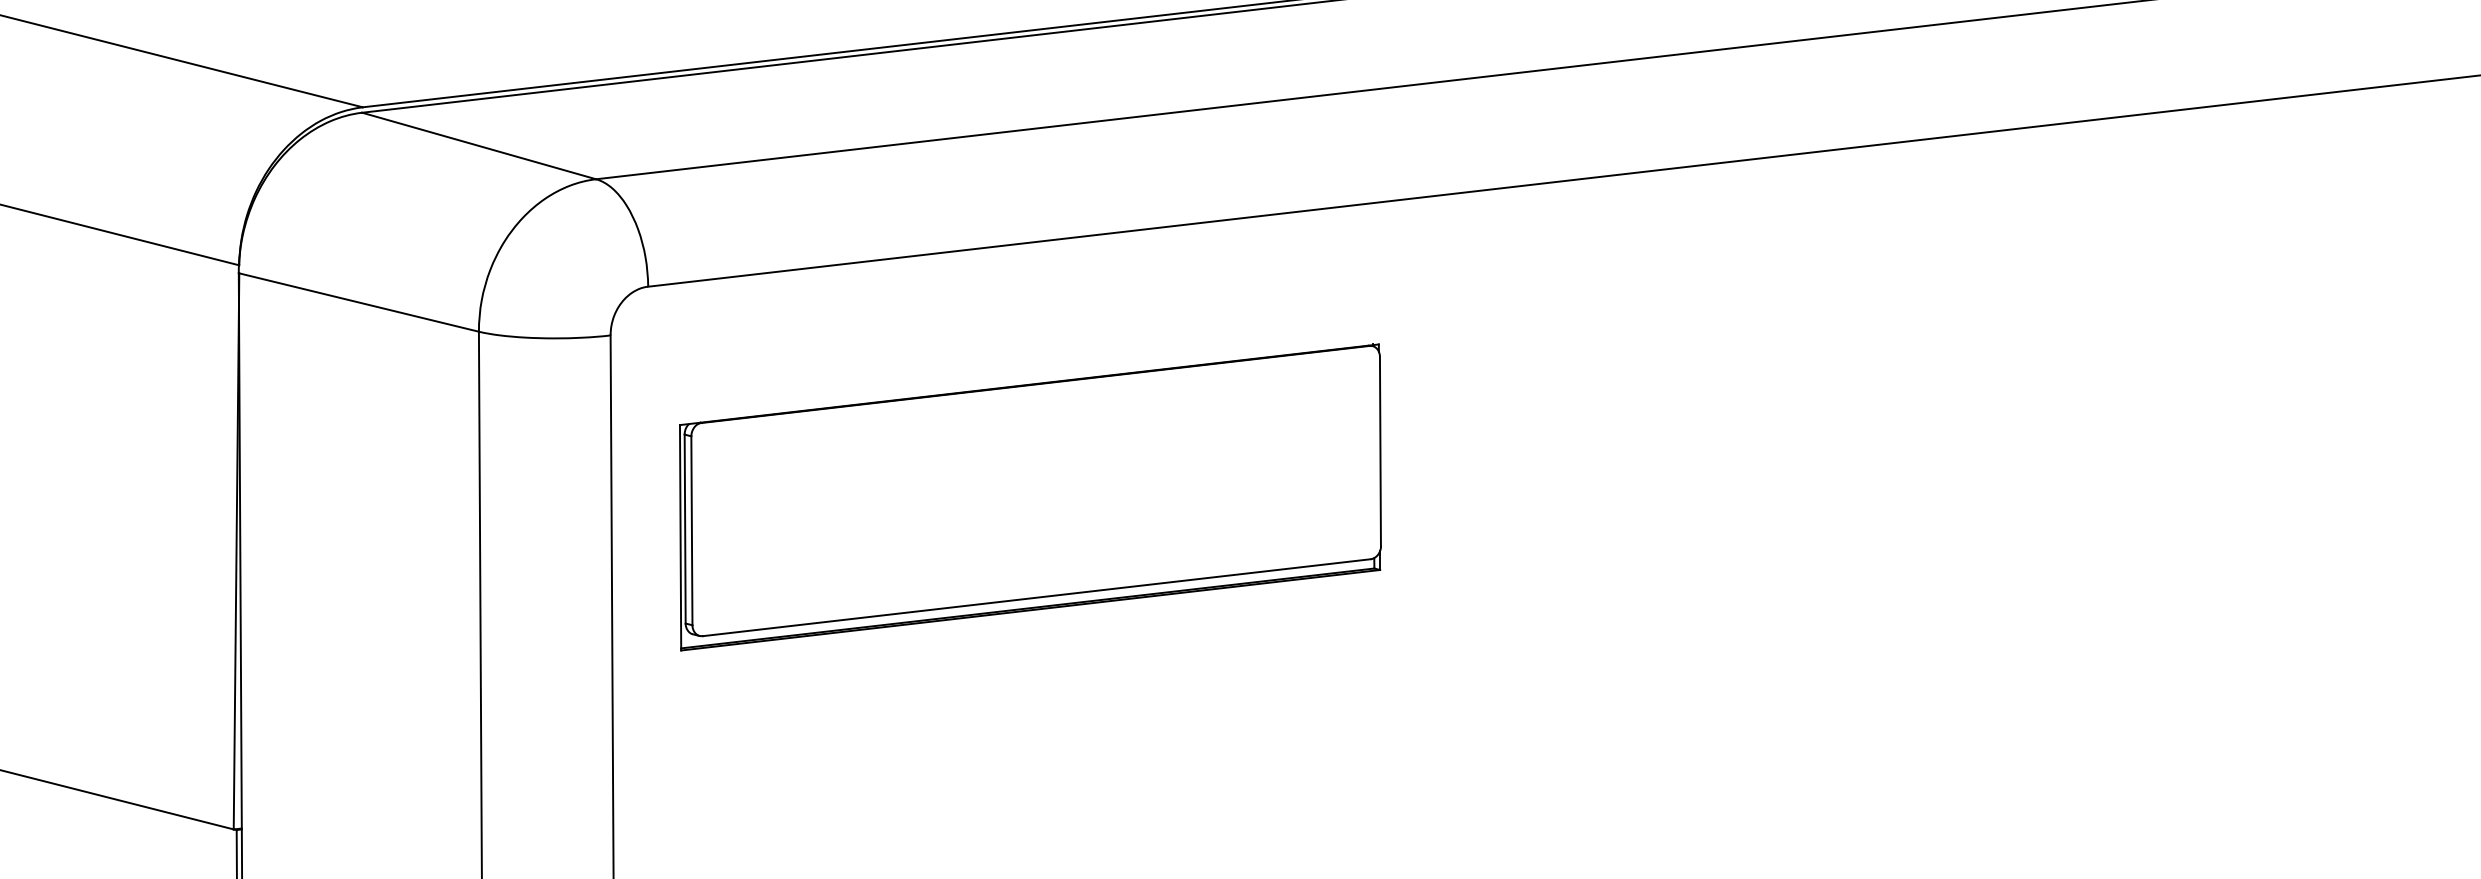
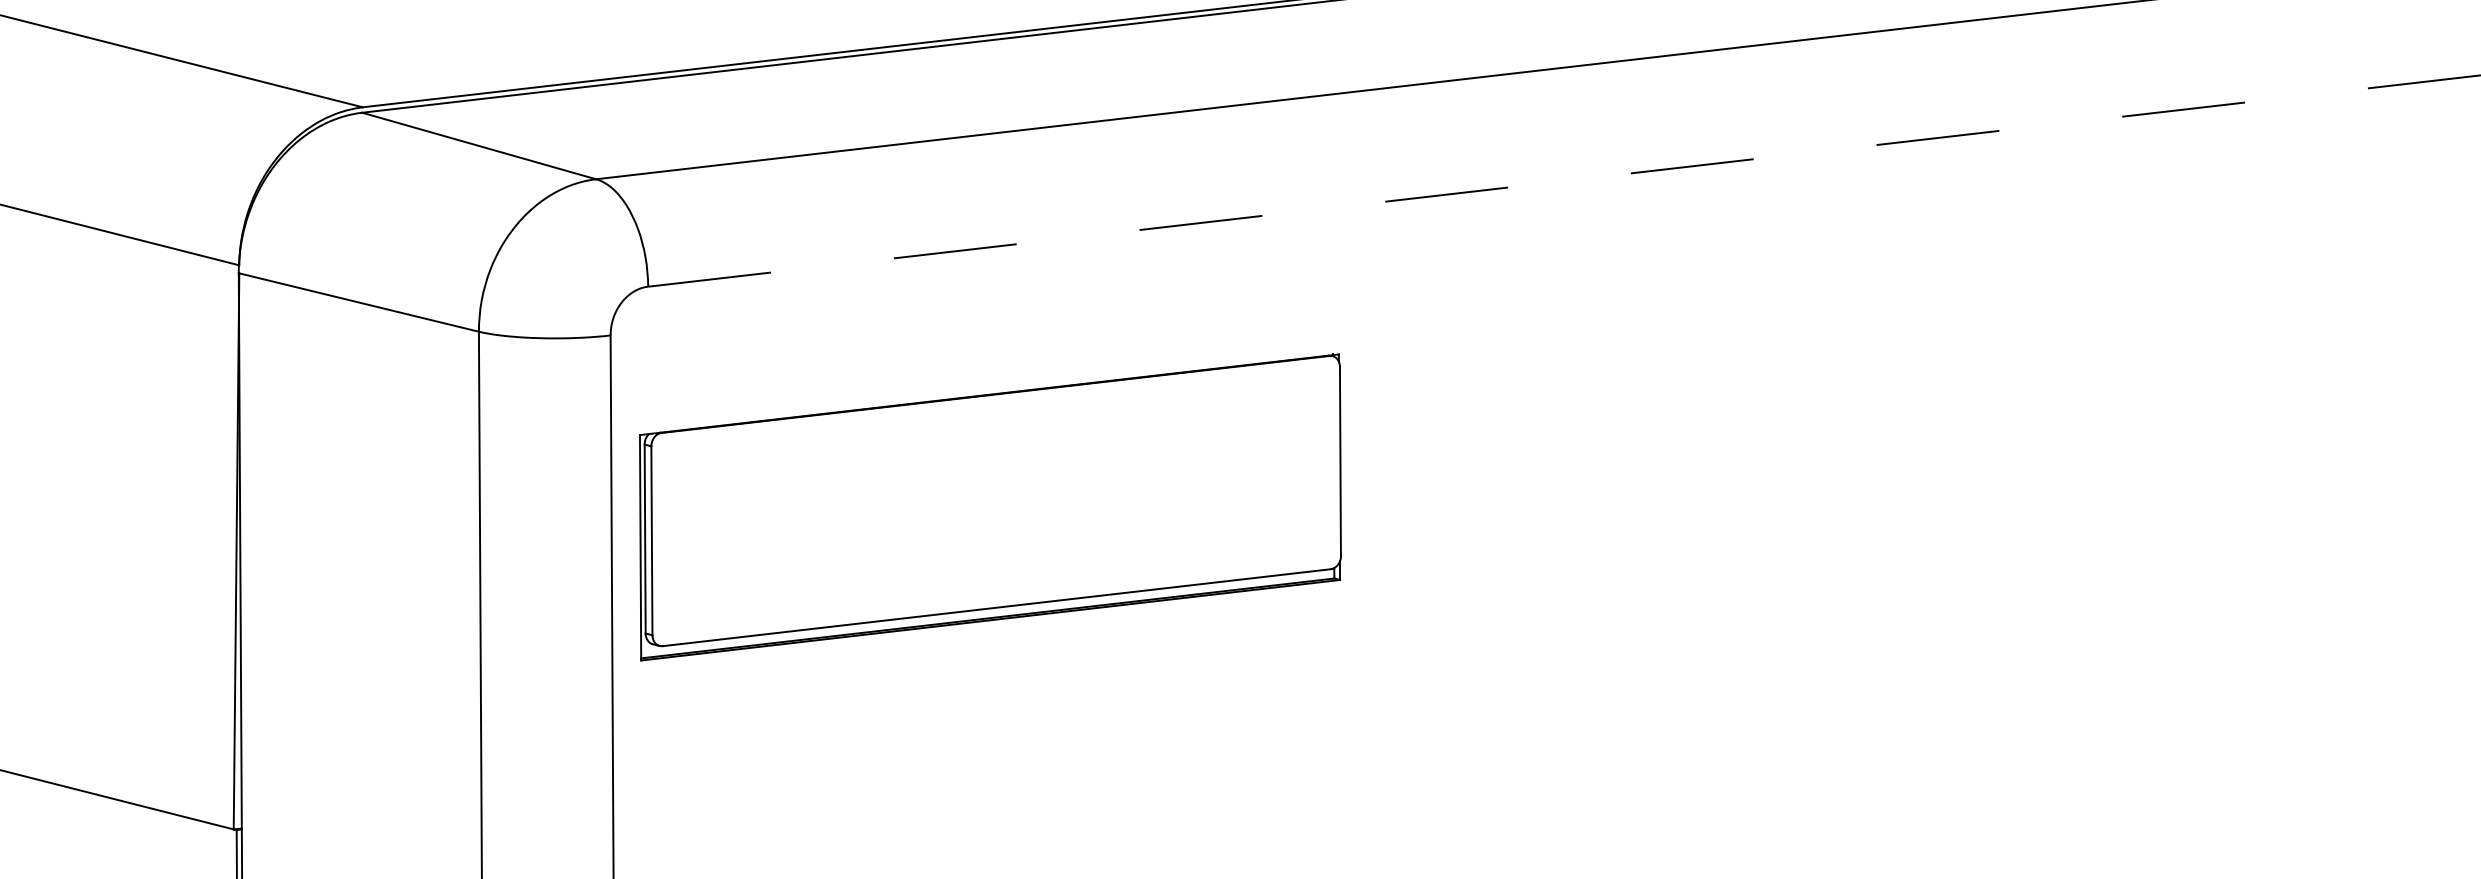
line at (1564, 180): solid -> dashed
part at (1030, 497) position: (1030, 497) -> (990, 507)
